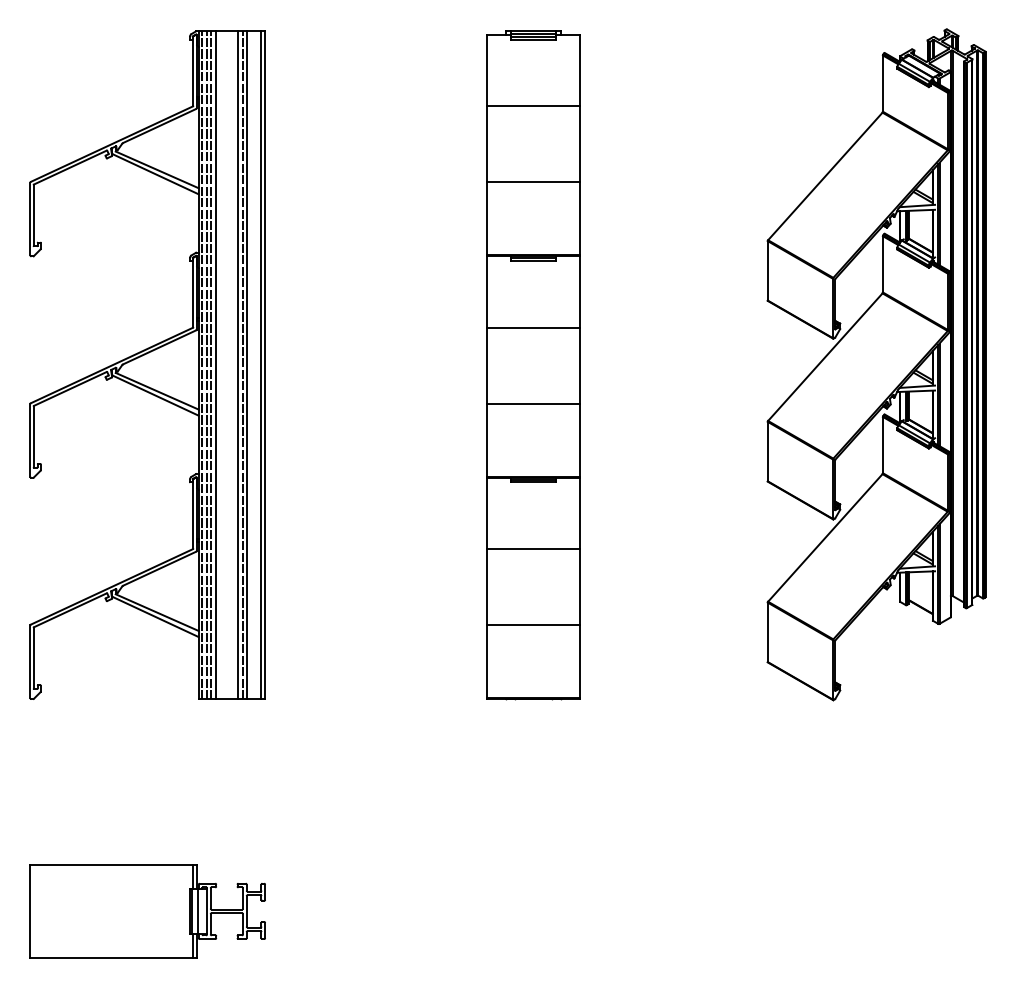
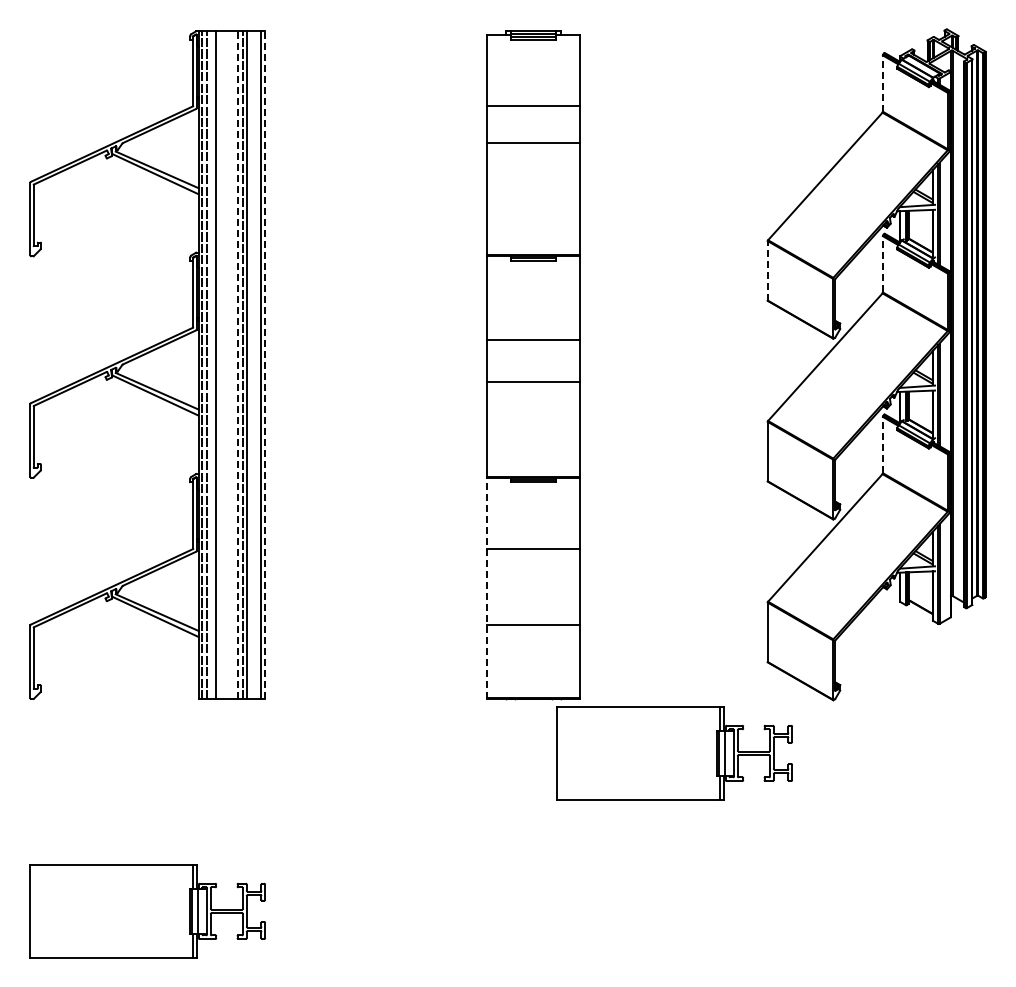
line at (882, 83): solid -> dashed
line at (533, 182) position: (533, 182) -> (533, 143)
line at (882, 263): solid -> dashed
line at (767, 270): solid -> dashed
line at (533, 327) position: (533, 327) -> (533, 339)
line at (210, 365): present -> none
line at (237, 365): solid -> dashed
line at (265, 365): solid -> dashed
line at (533, 403) position: (533, 403) -> (533, 381)
line at (882, 444): solid -> dashed
line at (487, 588): solid -> dashed
part at (674, 753): none -> present
